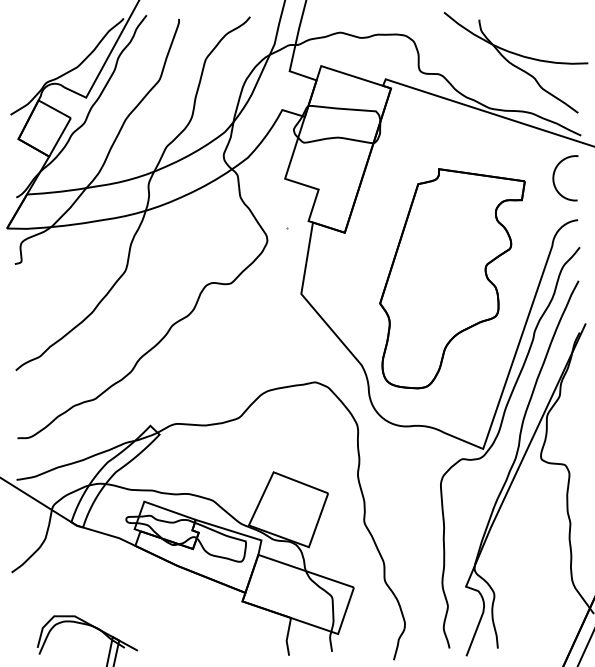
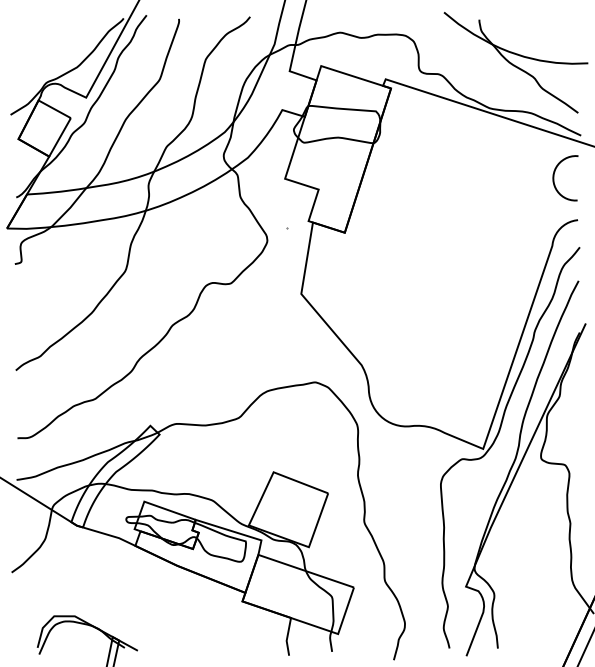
part at (452, 278): present -> none
